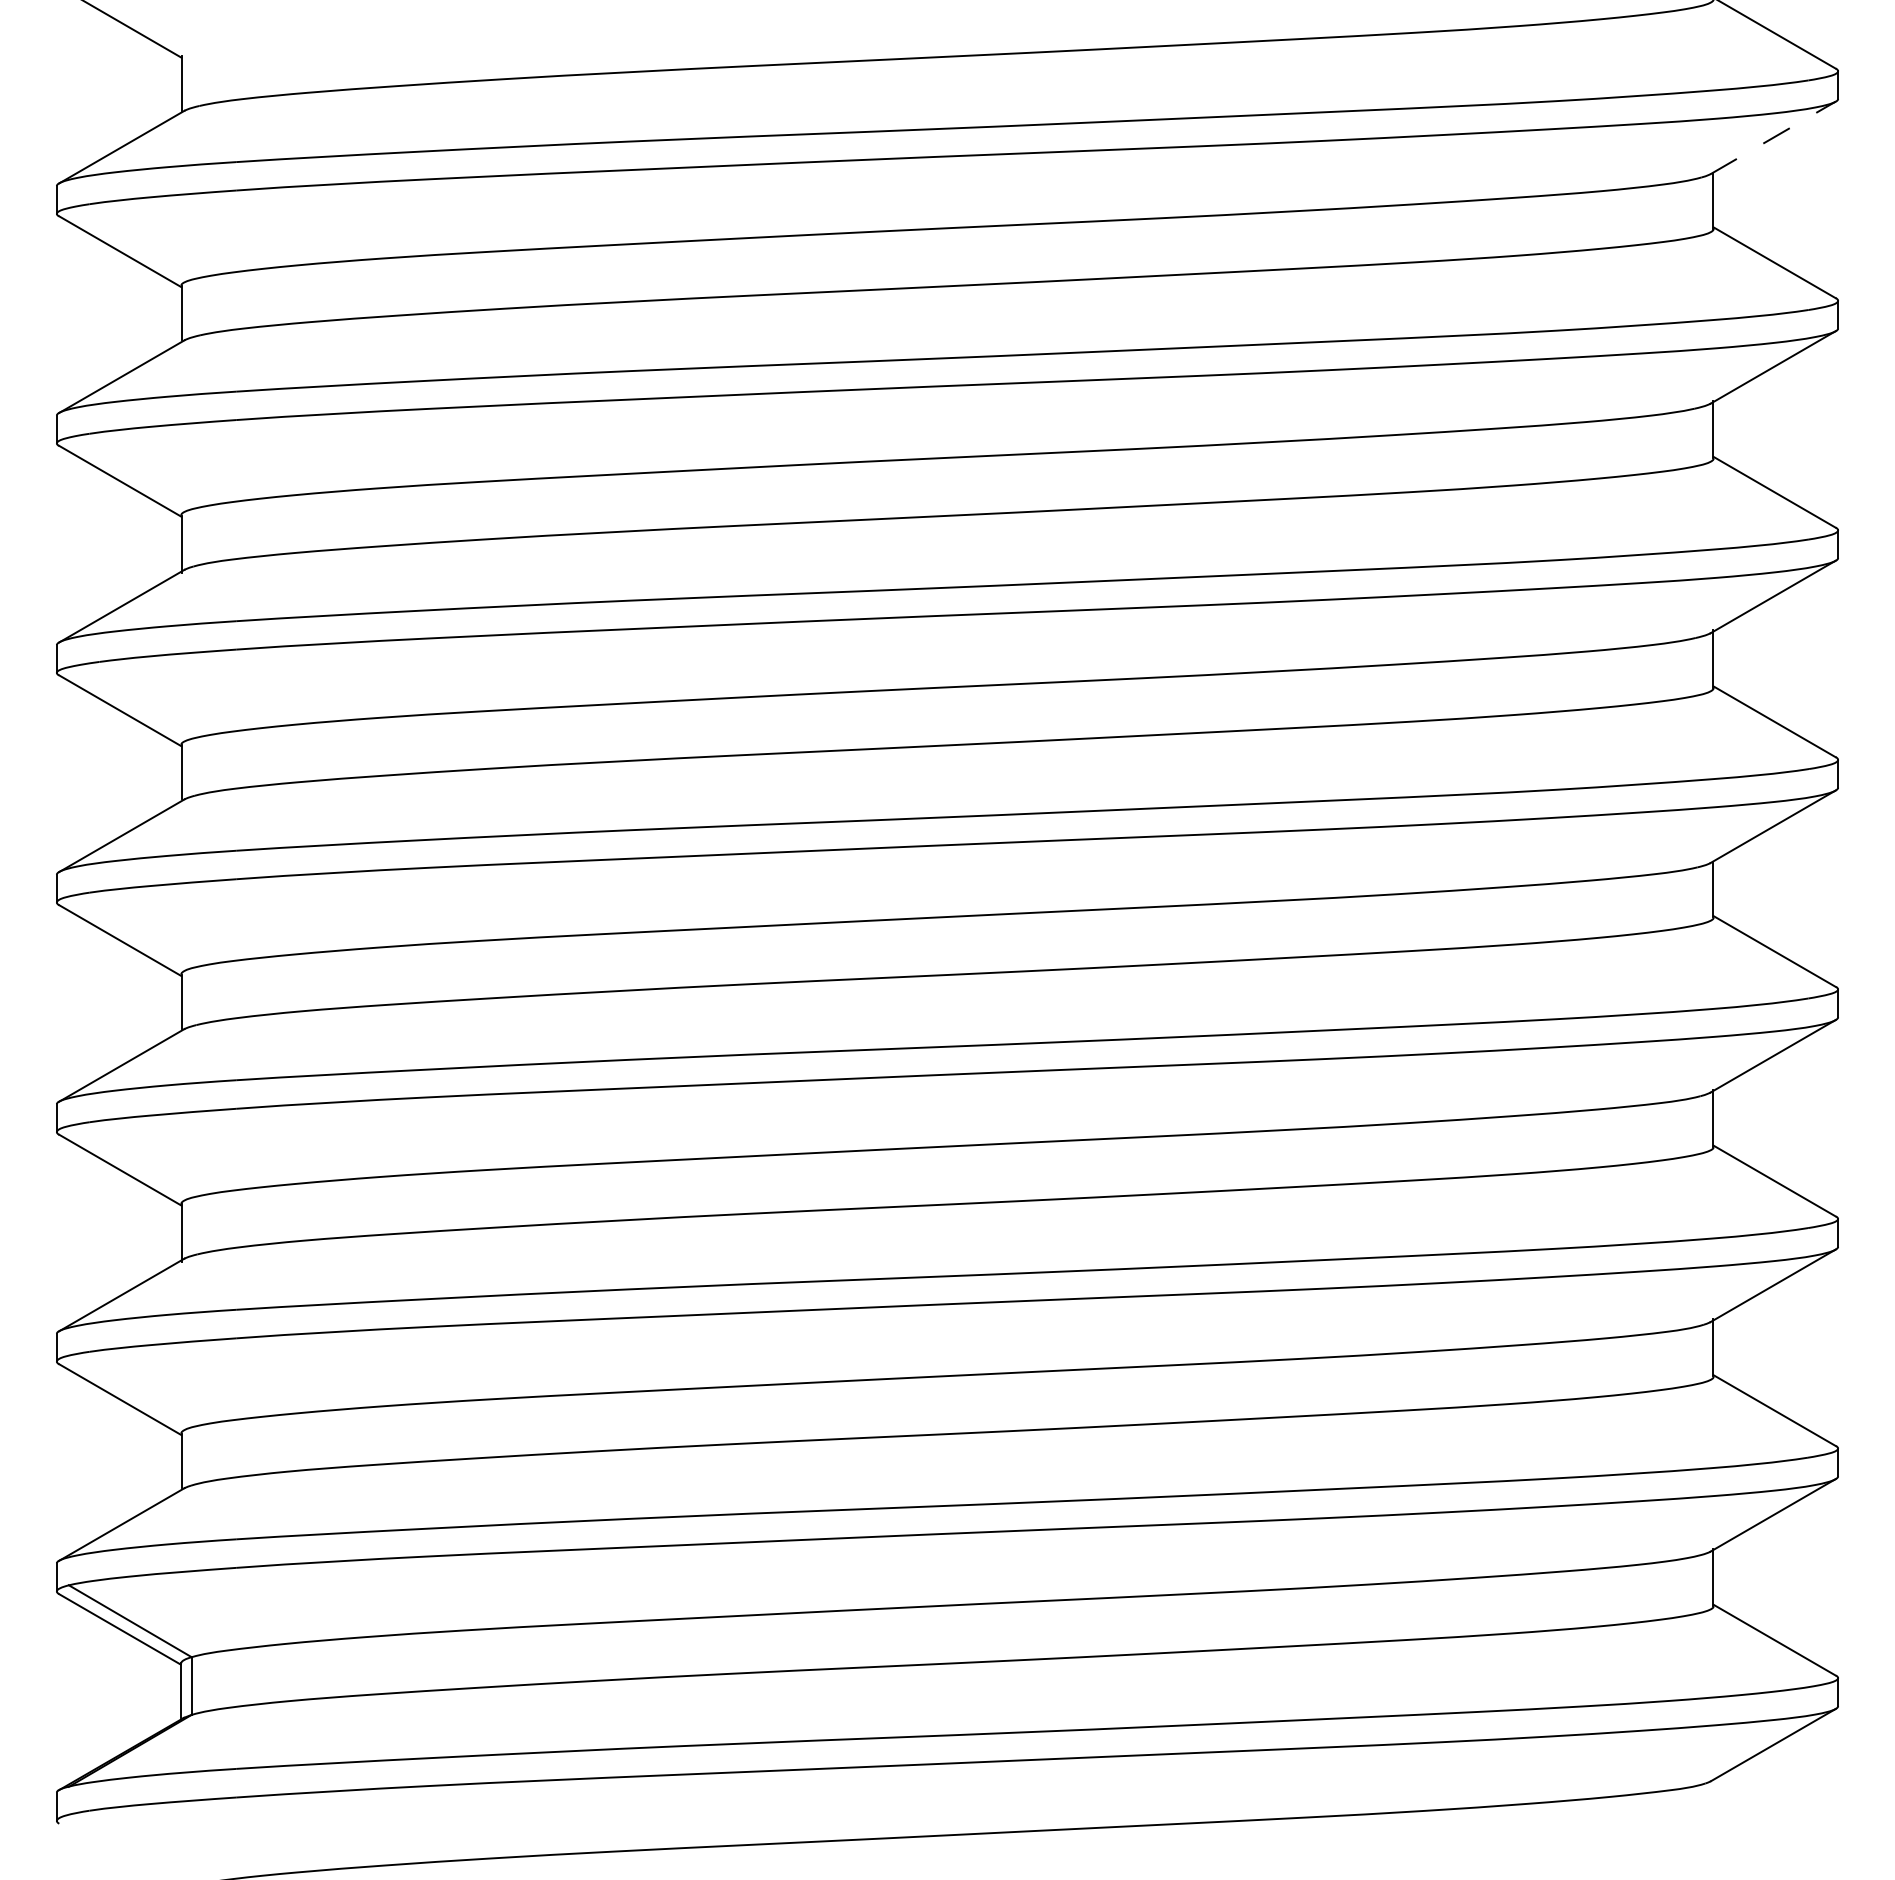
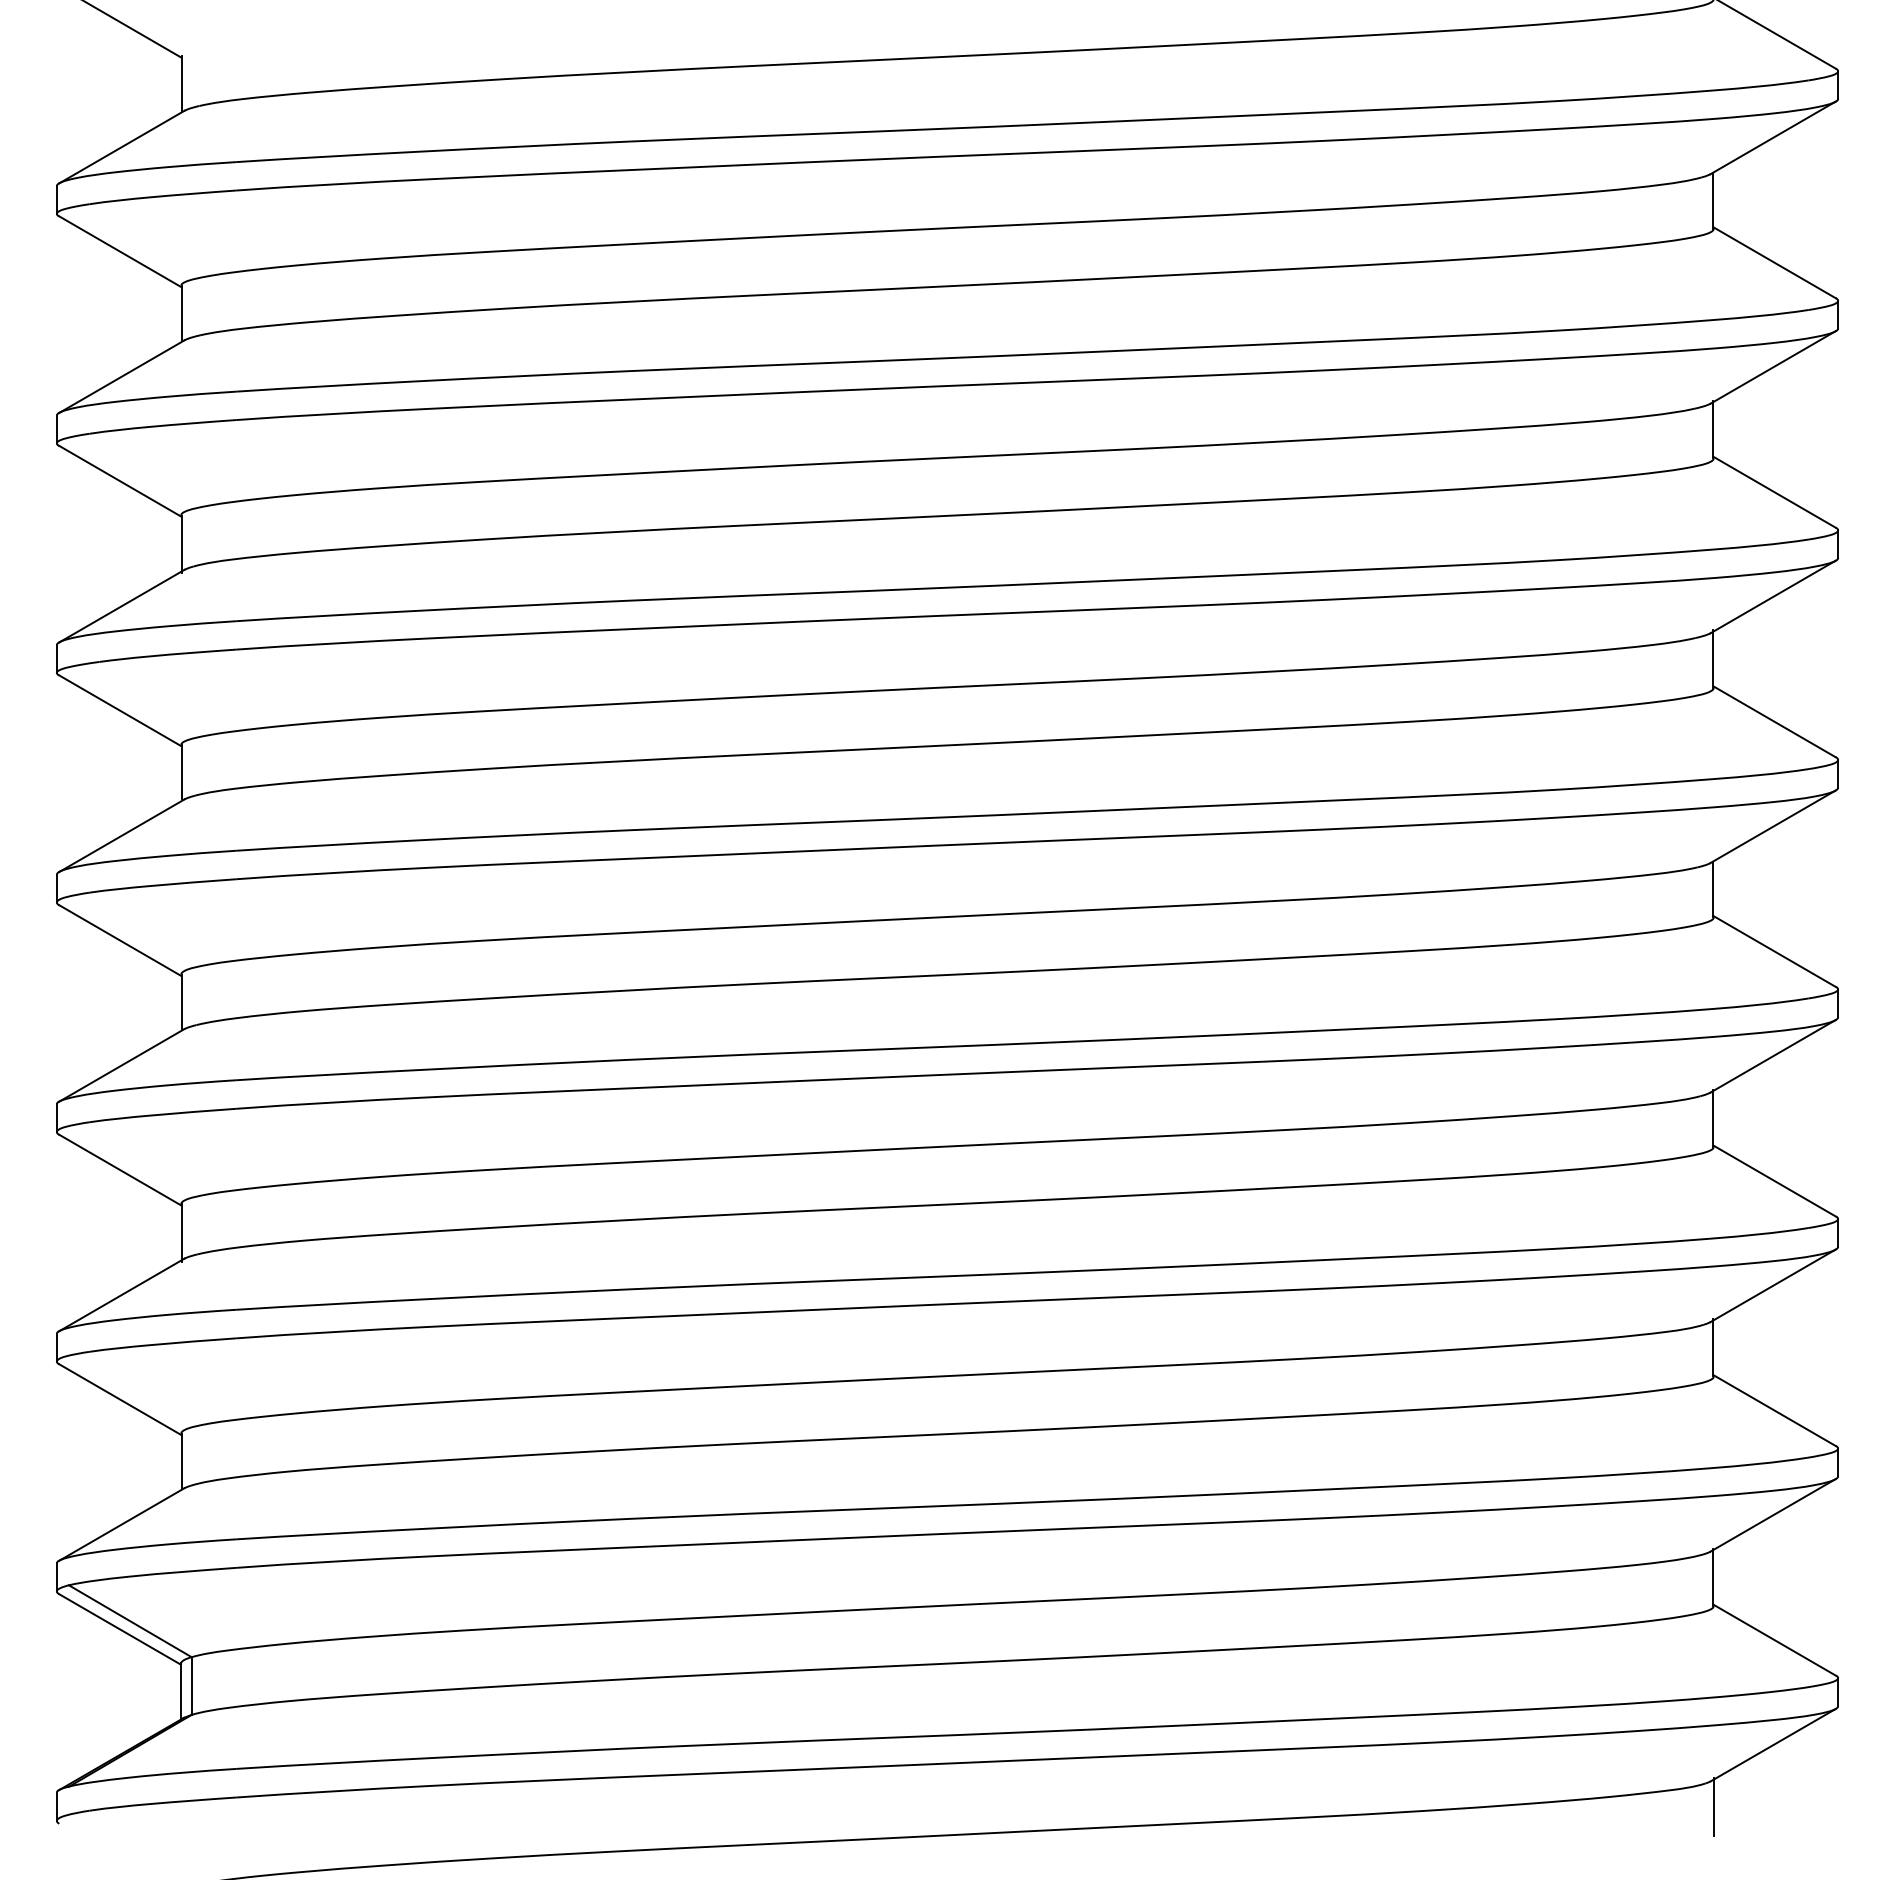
line at (1773, 137): dashed -> solid
line at (1713, 1806): none -> present
